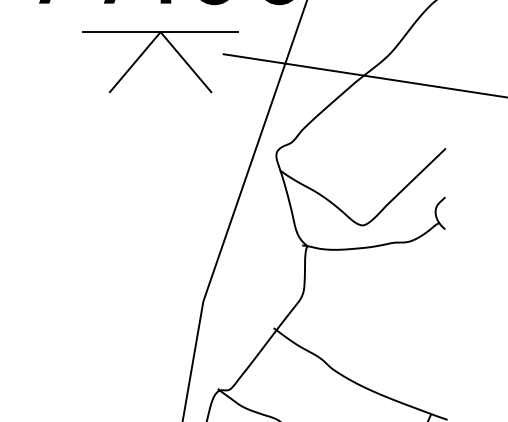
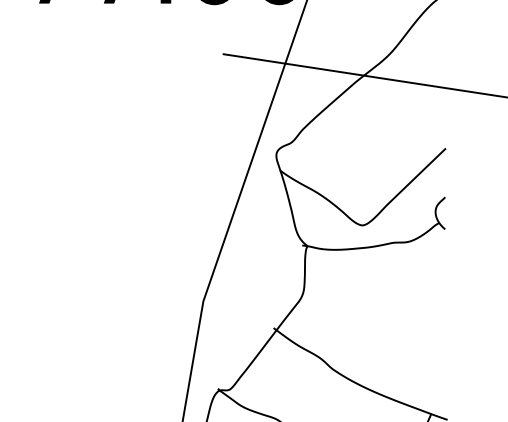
part at (147, 49): present -> none
